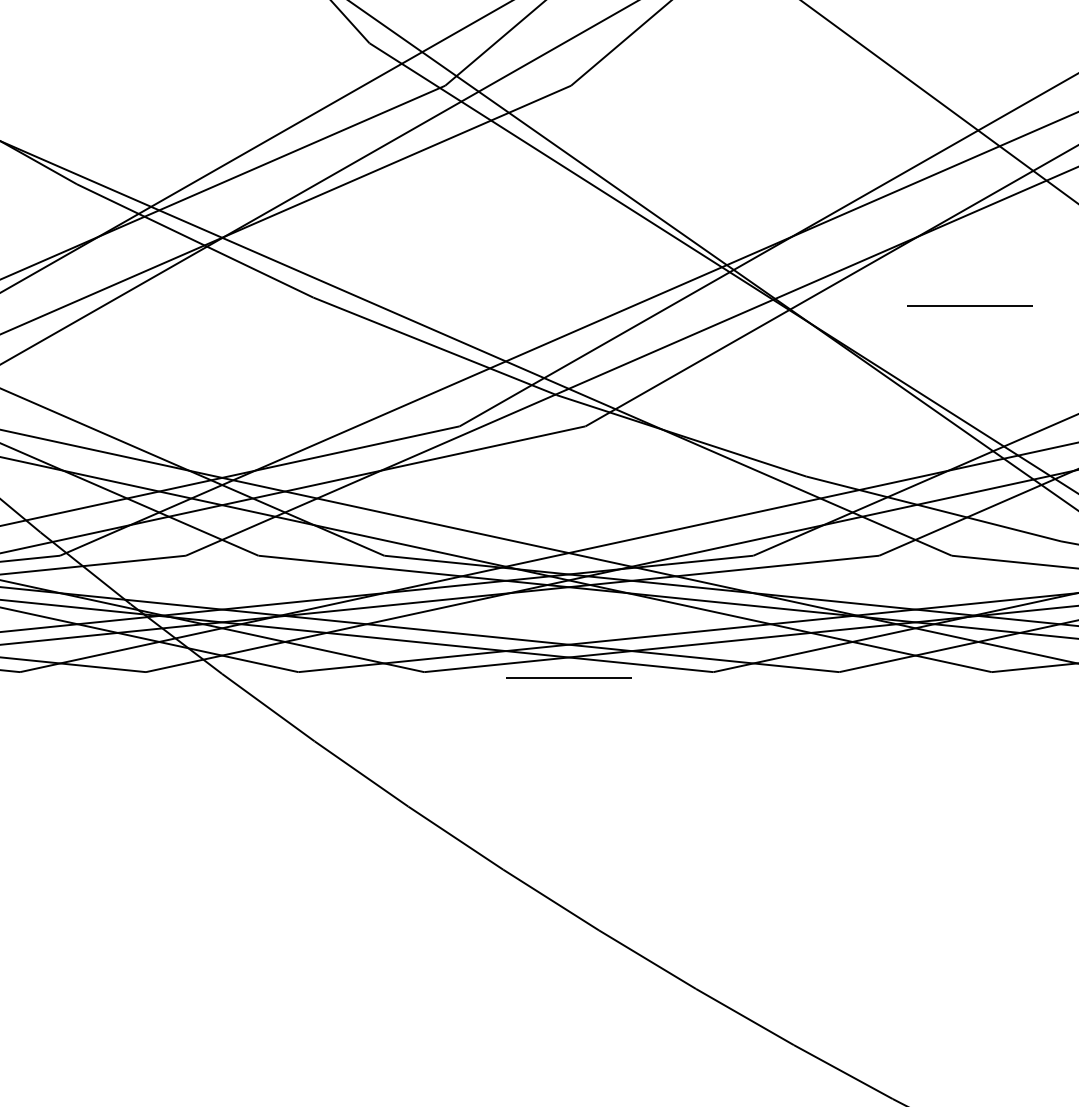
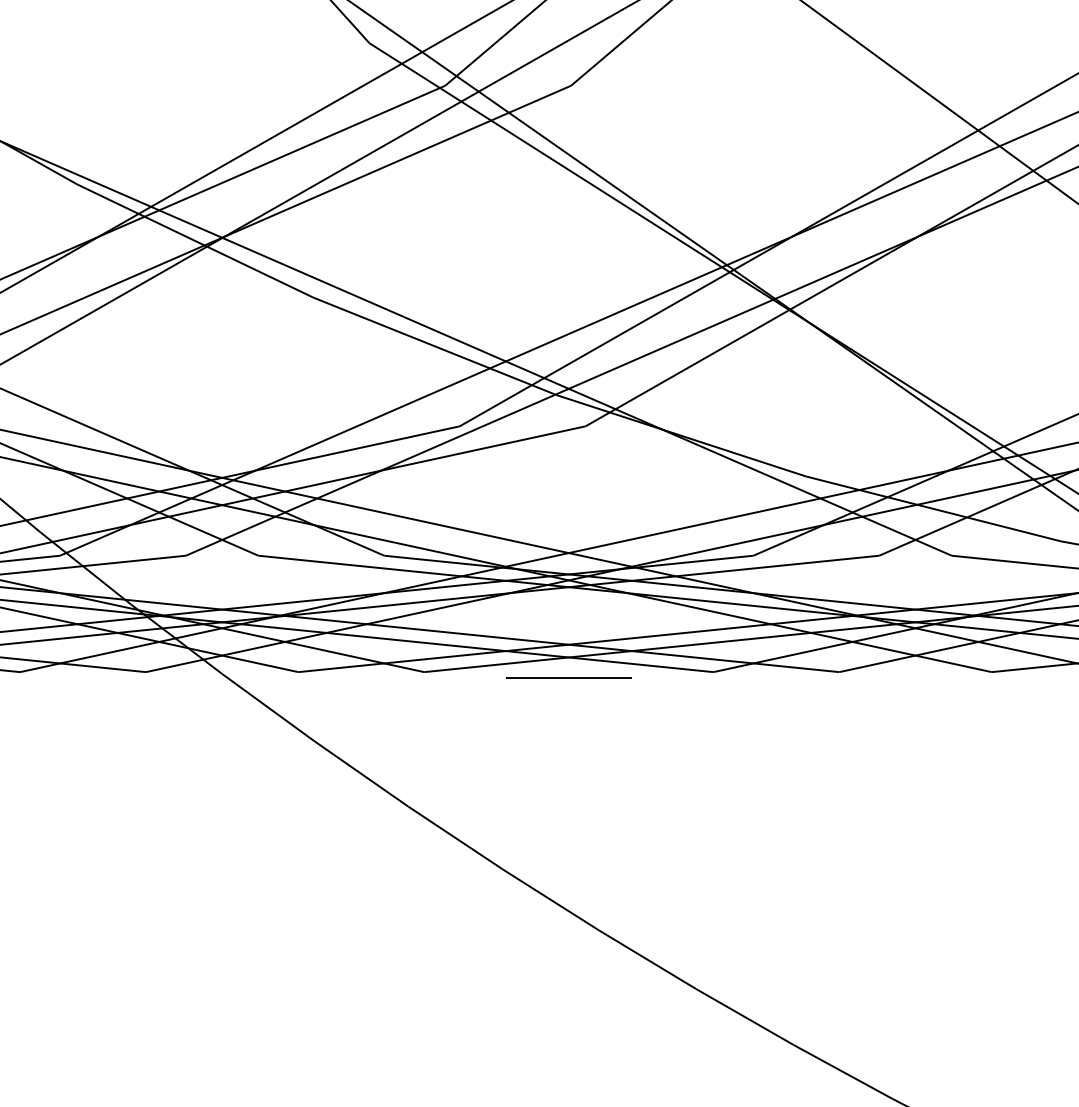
line at (969, 305): present -> none
